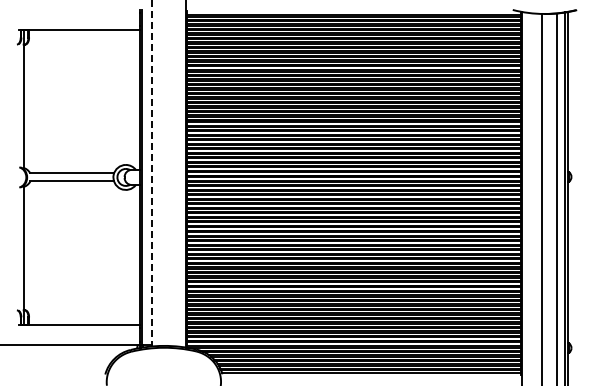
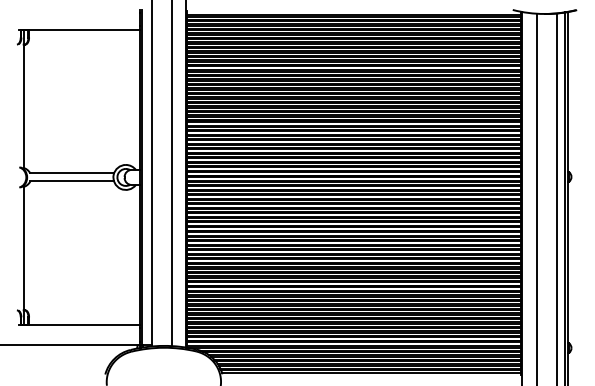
line at (151, 173): dashed -> solid
line at (171, 174): none -> present
line at (541, 197) position: (541, 197) -> (536, 197)
